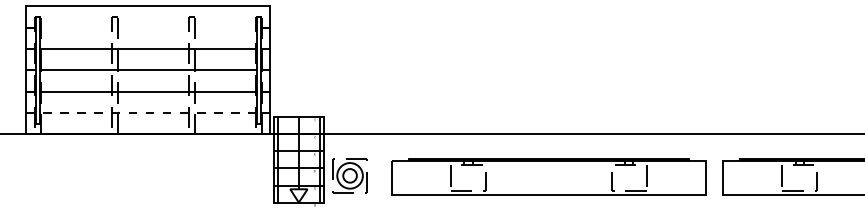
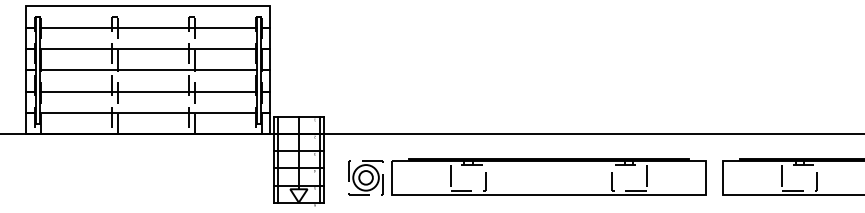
line at (147, 27): none -> present
line at (147, 112): dashed -> solid
part at (349, 175) position: (349, 175) -> (365, 177)
